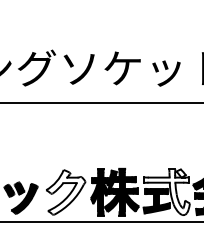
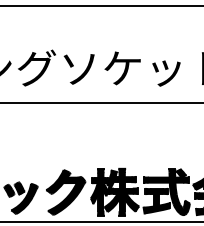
line at (101, 6): none -> present
fill at (65, 192): none -> present
fill at (166, 192): none -> present
